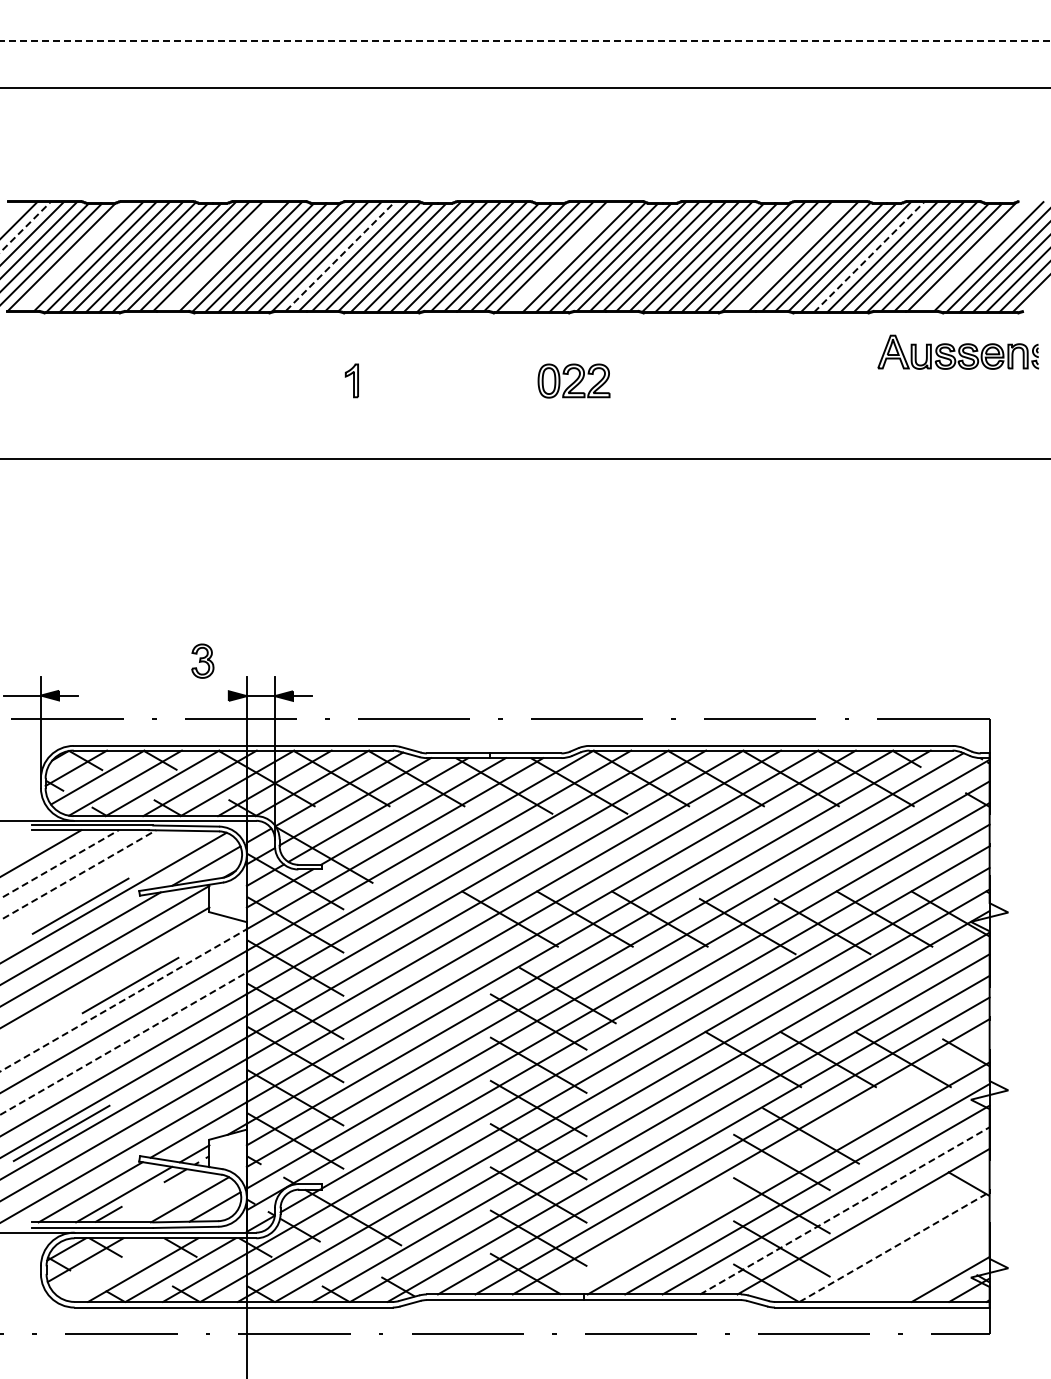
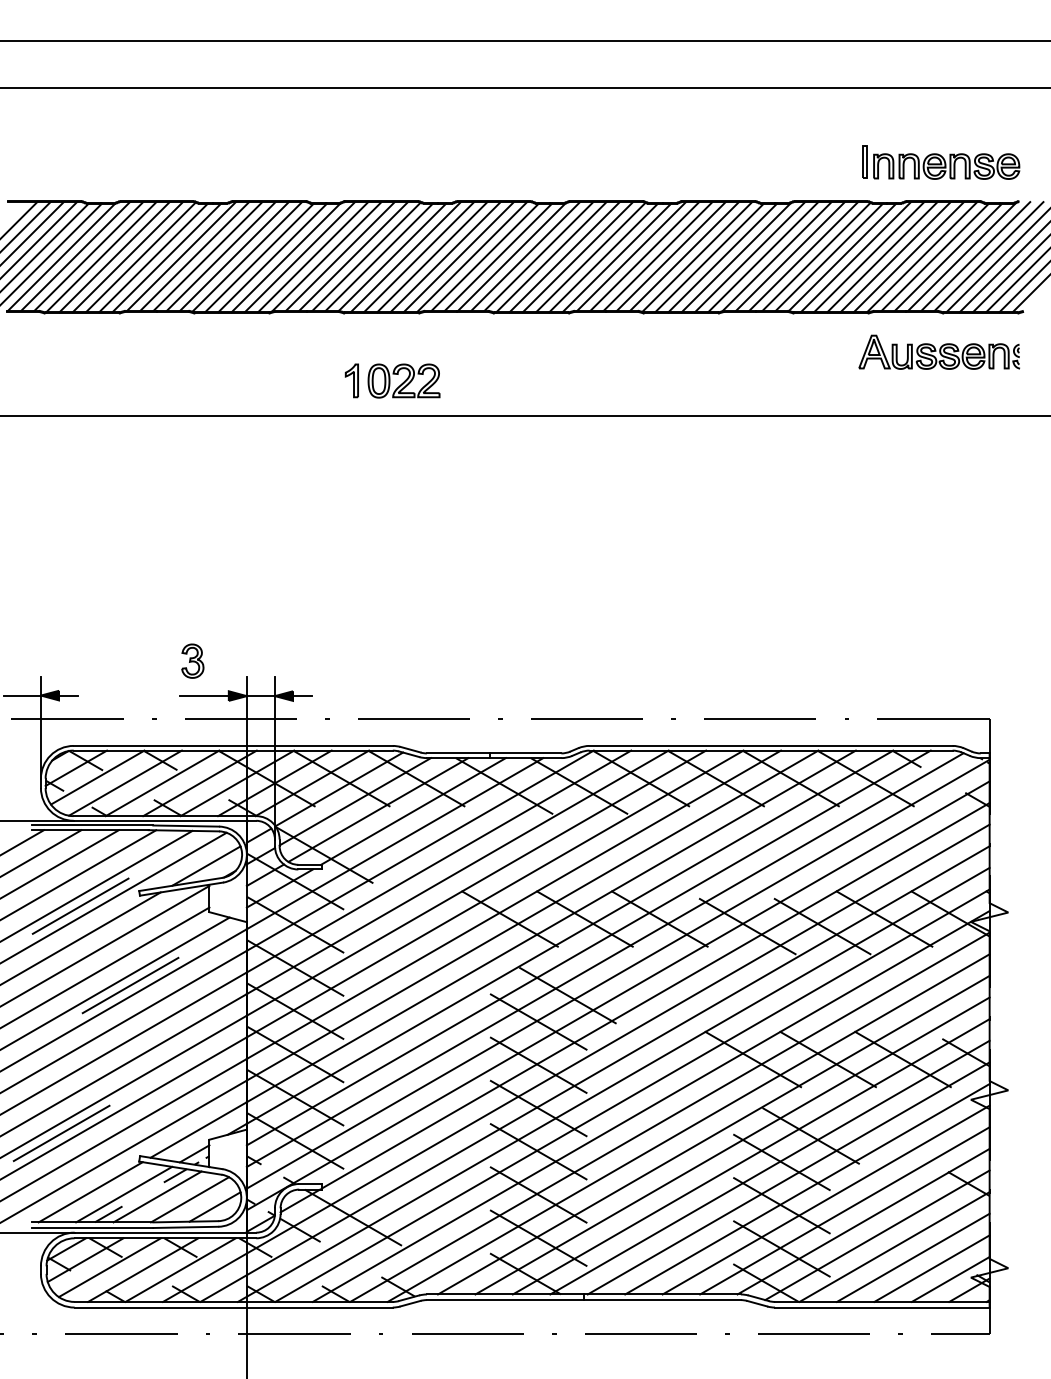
line at (525, 41): dashed -> solid
part at (941, 162): none -> present
line at (25, 226): dashed -> solid
line at (75, 256): none -> present
line at (220, 256): none -> present
line at (340, 256): dashed -> solid
line at (790, 256): none -> present
line at (975, 256): none -> present
line at (564, 257): none -> present
line at (869, 257): dashed -> solid
part at (957, 351) position: (957, 351) -> (938, 351)
part at (573, 380) position: (573, 380) -> (403, 380)
line at (524, 458) position: (524, 458) -> (524, 415)
part at (202, 660) position: (202, 660) -> (192, 660)
line at (204, 696): none -> present
line at (23, 842): none -> present
line at (60, 864): dashed -> solid
line at (78, 875): dashed -> solid
line at (97, 885): none -> present
line at (115, 982): none -> present
line at (124, 1000): dashed -> solid
line at (123, 1043): dashed -> solid
line at (769, 1167): none -> present
line at (157, 1196): none -> present
line at (845, 1210): dashed -> solid
line at (877, 1235): none -> present
line at (894, 1247): dashed -> solid
line at (912, 1257): none -> present
line at (109, 1267): none -> present
line at (931, 1268): none -> present
